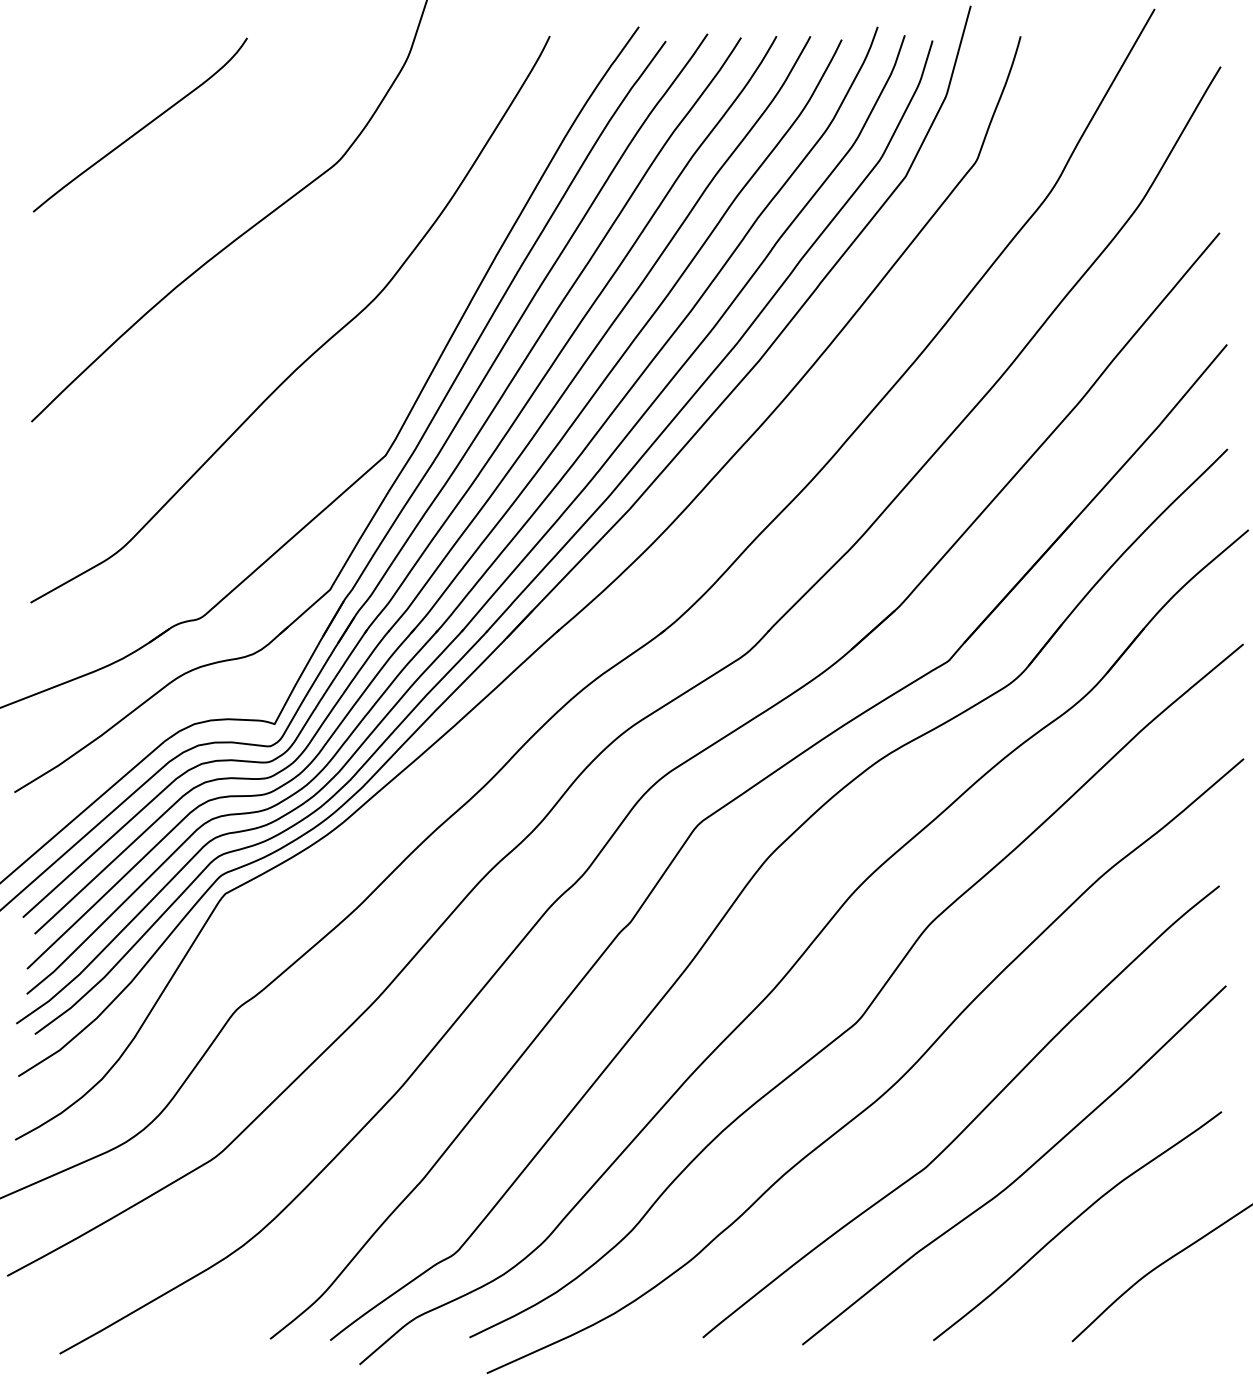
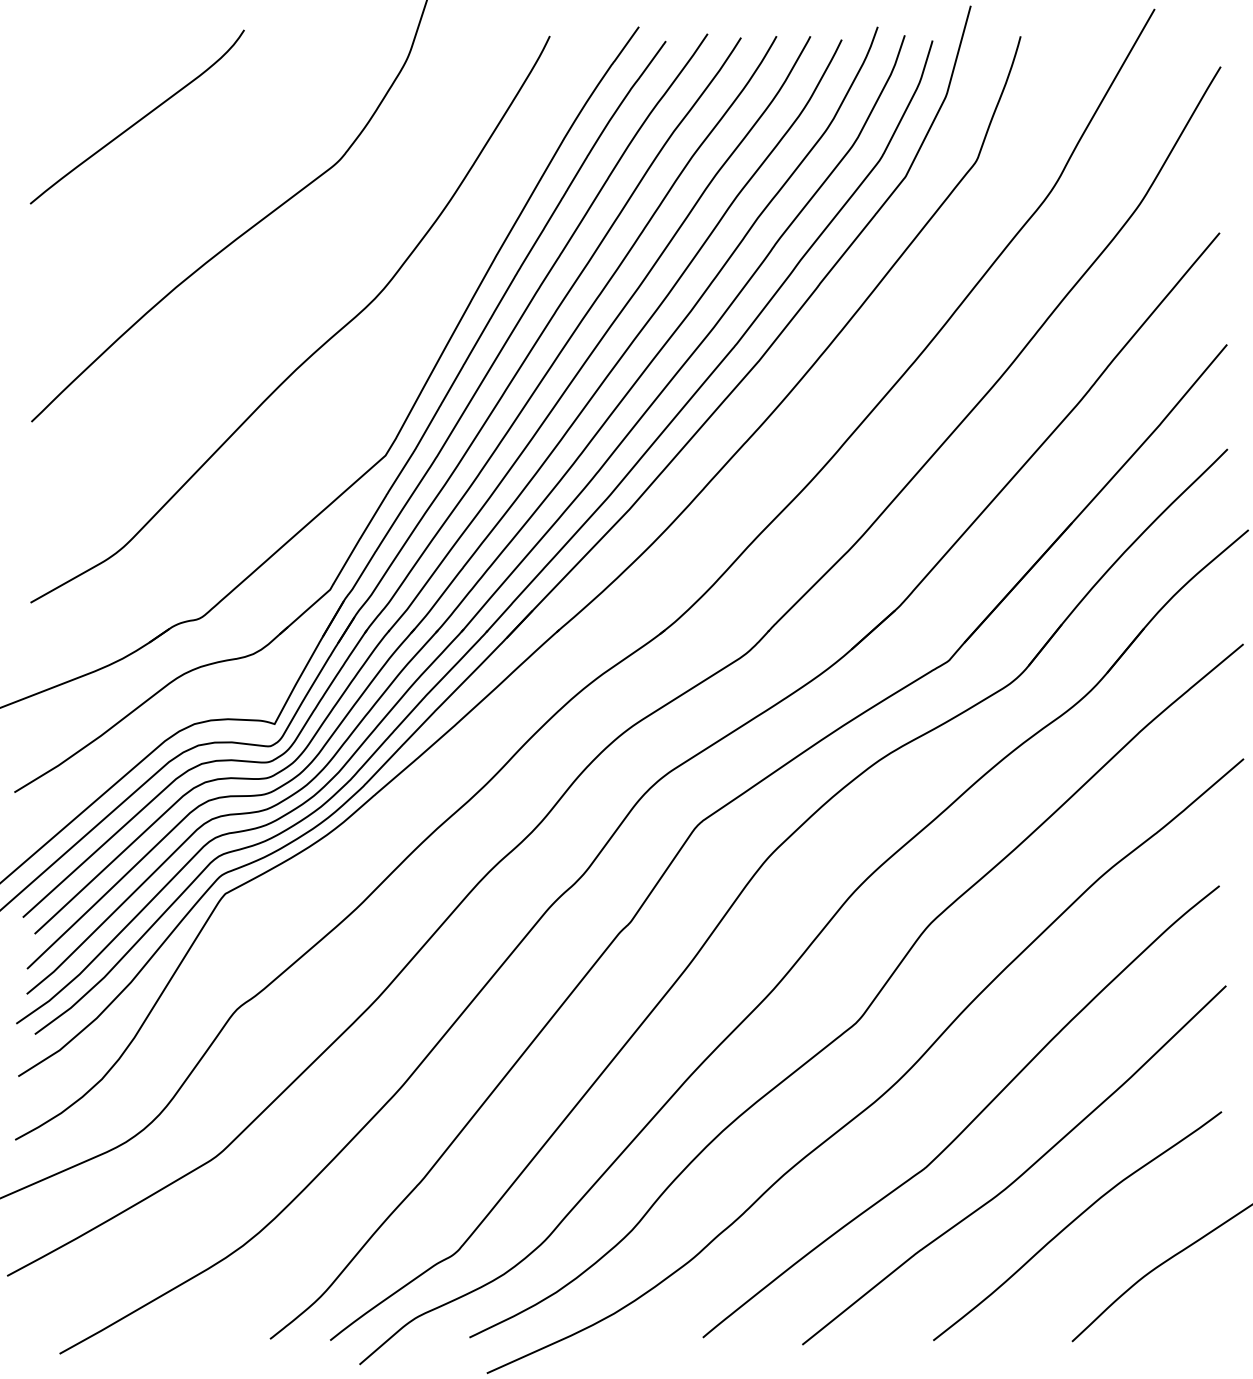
curve at (140, 128) position: (140, 128) -> (137, 120)
